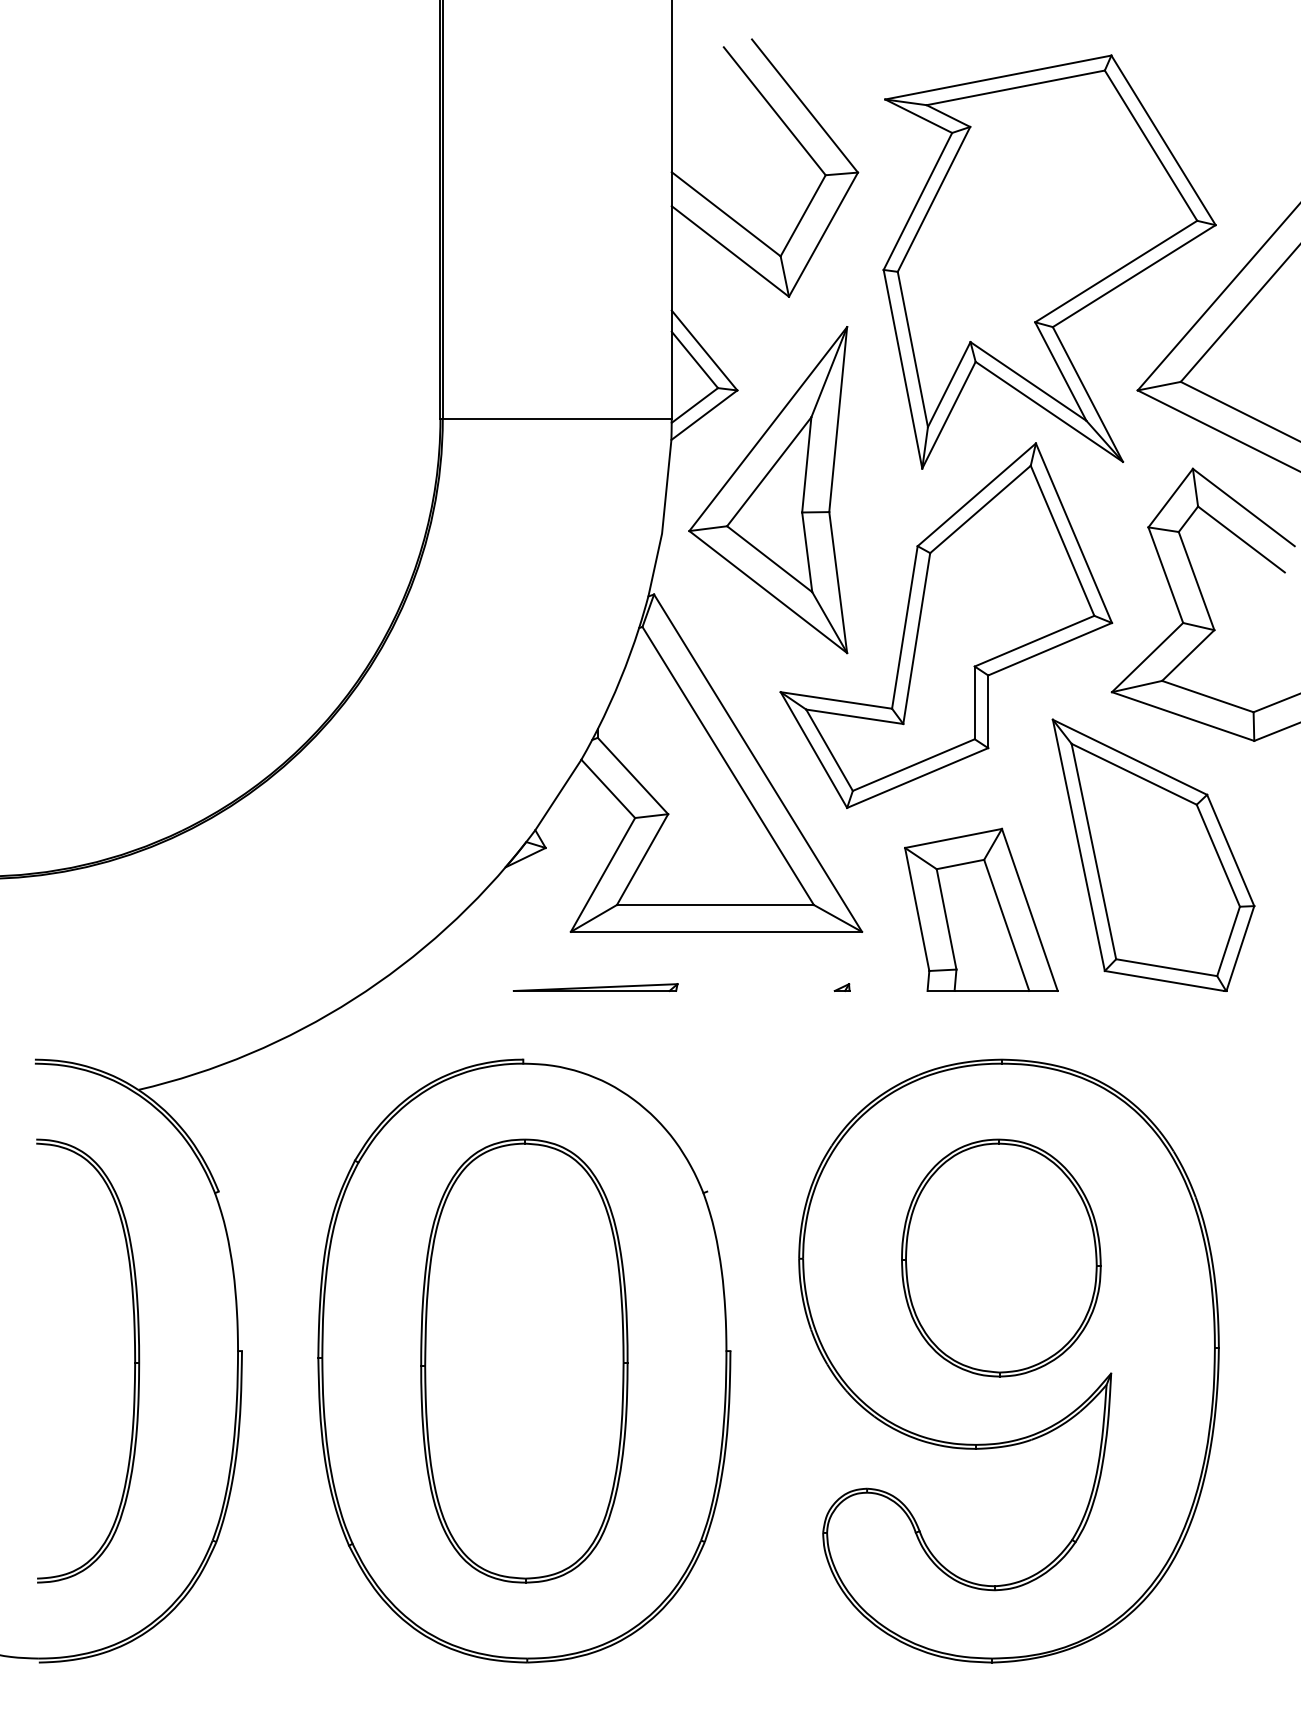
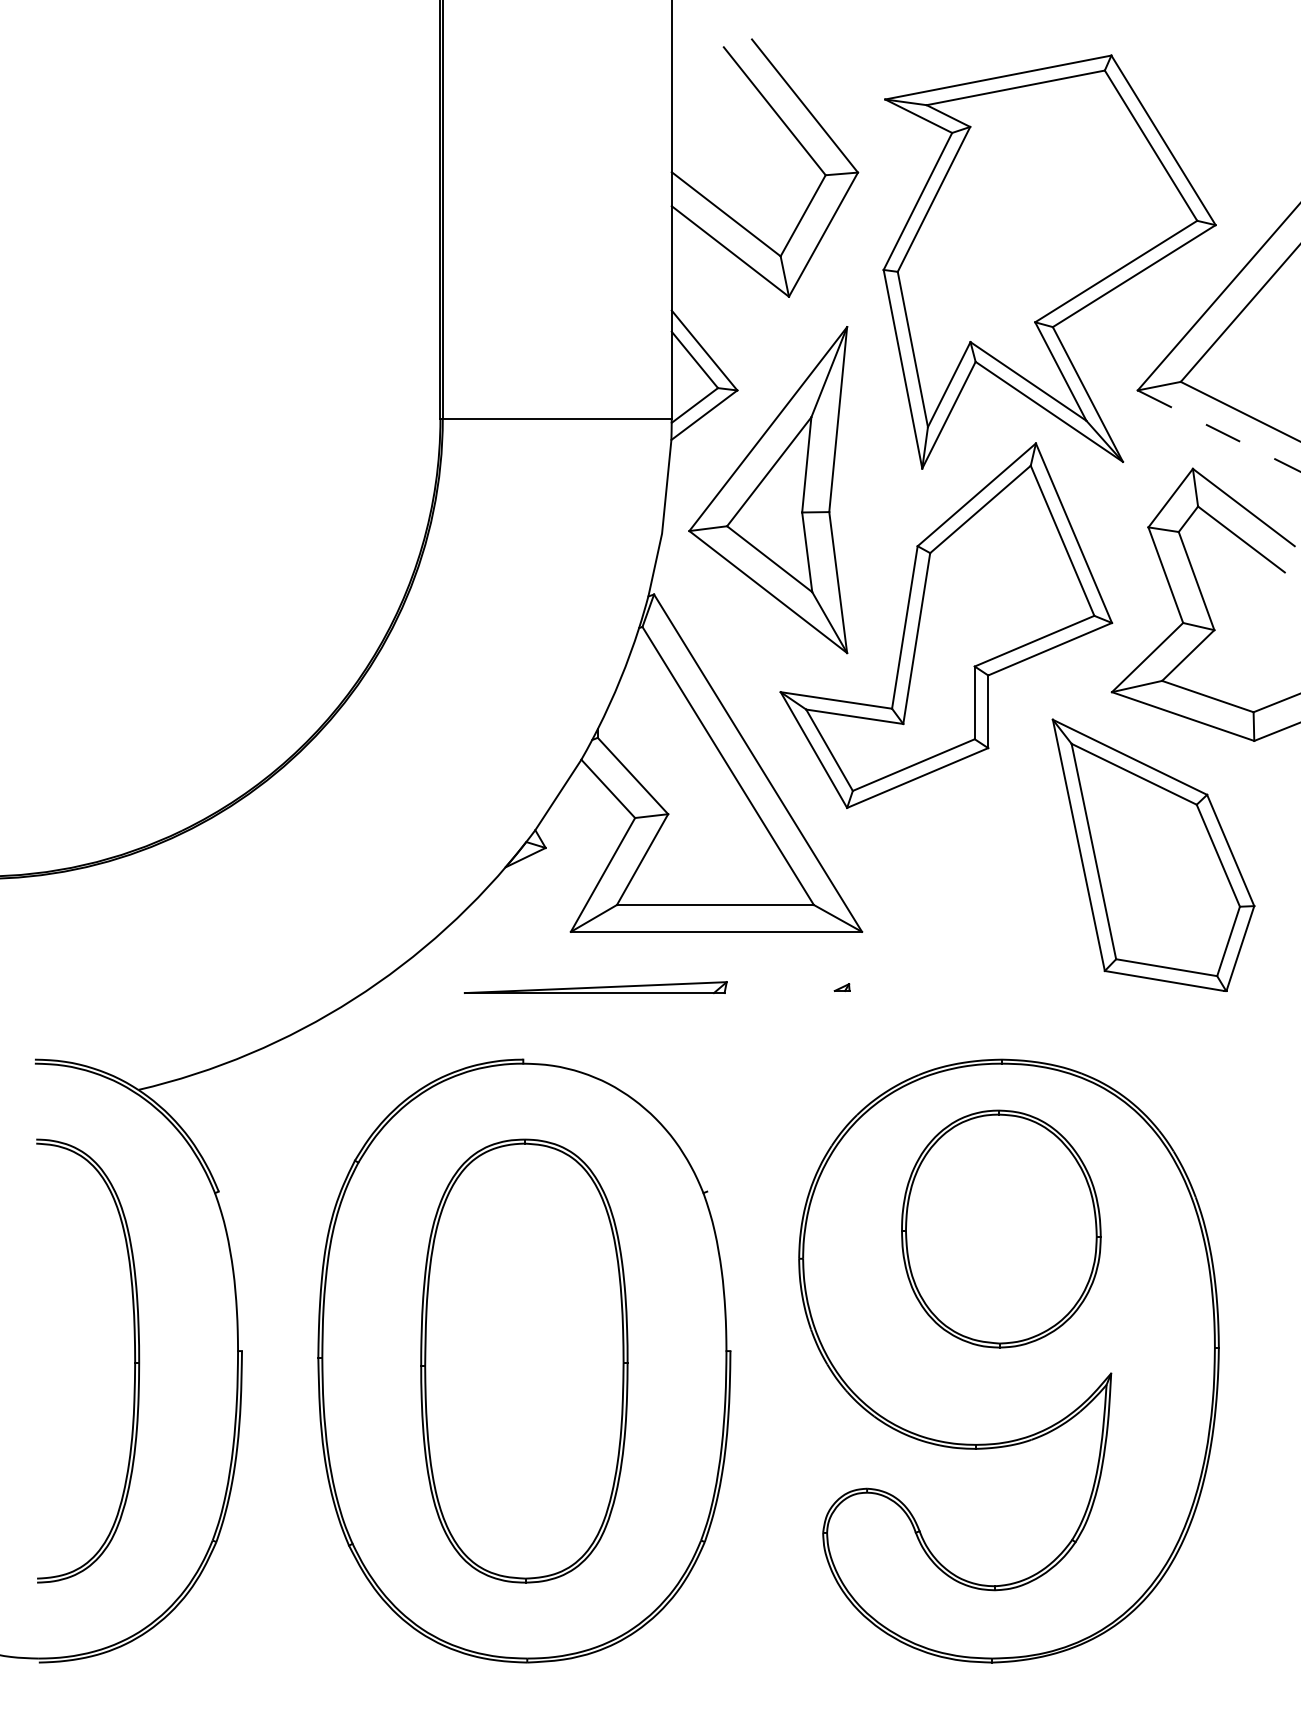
line at (1219, 431): solid -> dashed
part at (981, 909): present -> none
part at (595, 987) size: 167x9 px -> 265x14 px
part at (1001, 1257) position: (1001, 1257) -> (1001, 1228)
